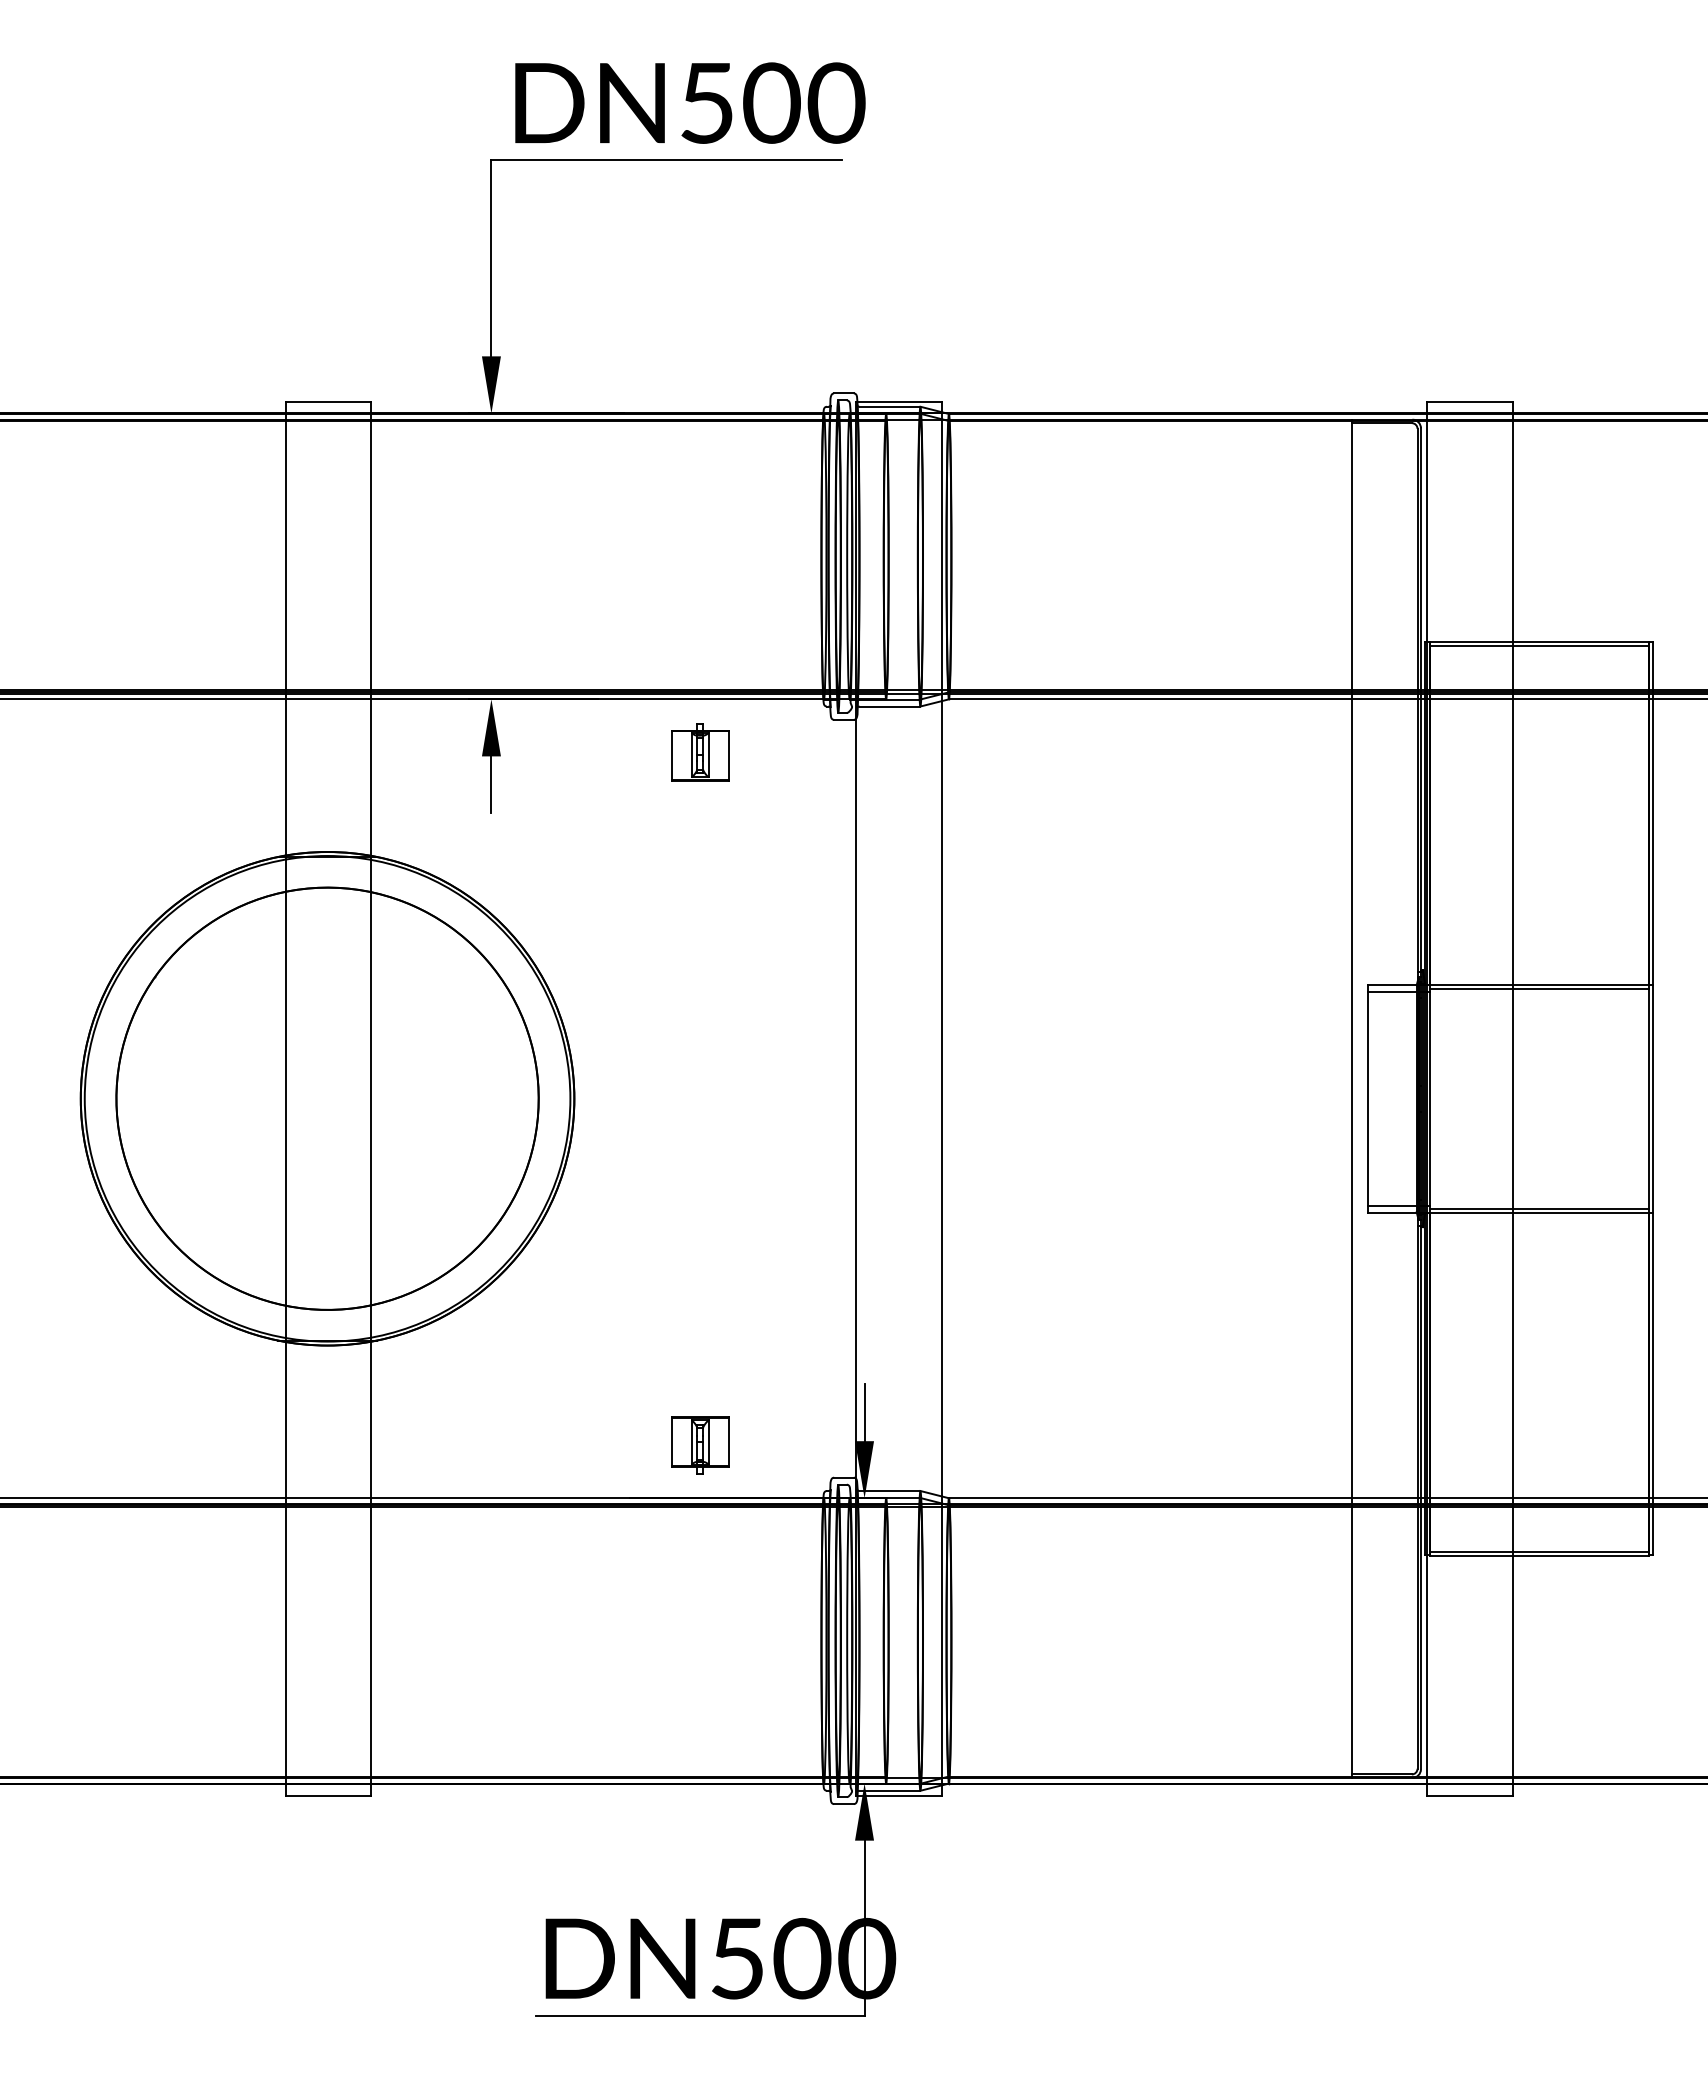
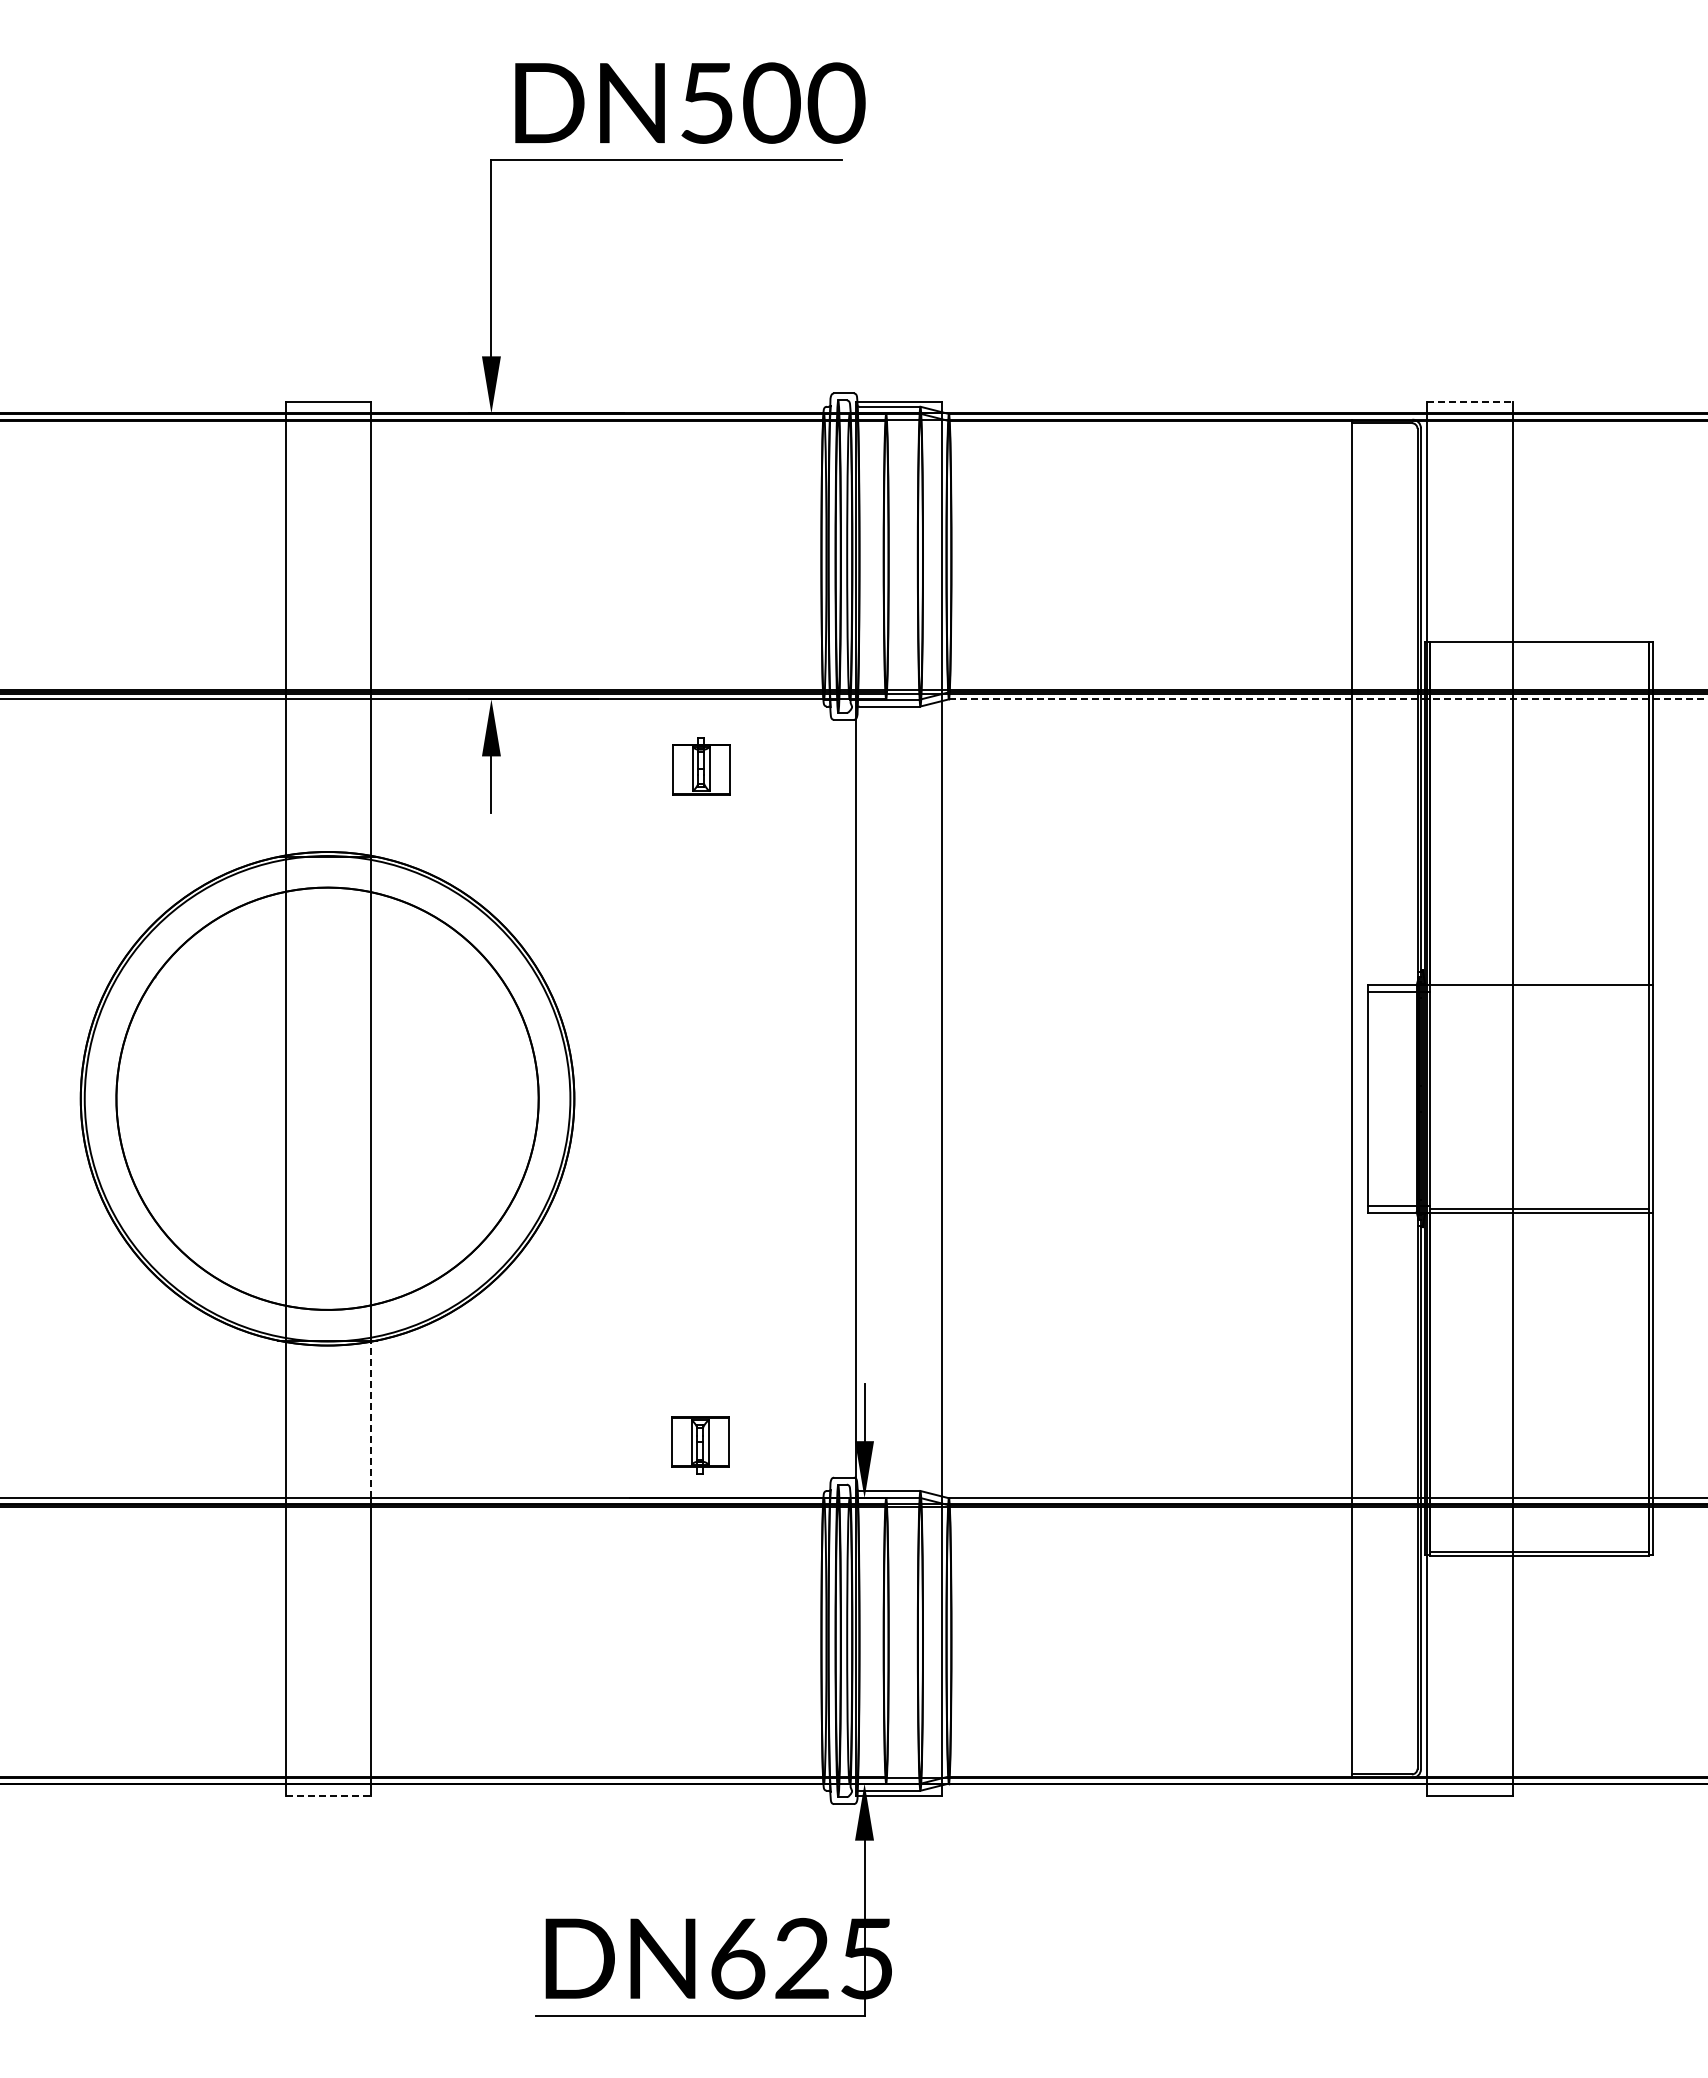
line at (1469, 402): solid -> dashed
line at (1538, 645): present -> none
line at (1328, 699): solid -> dashed
part at (700, 752) position: (700, 752) -> (701, 766)
line at (1538, 988): present -> none
line at (371, 1419): solid -> dashed
line at (328, 1795): solid -> dashed
text at (803, 1958): DN500 -> DN625
